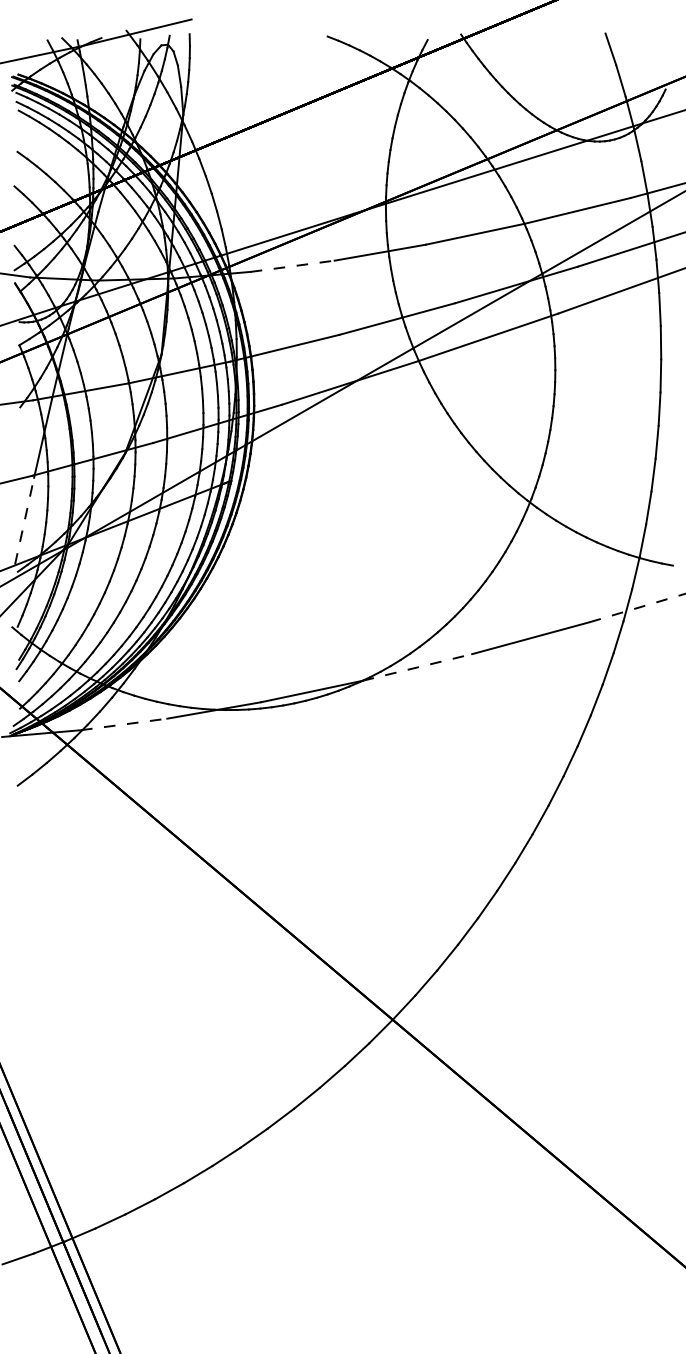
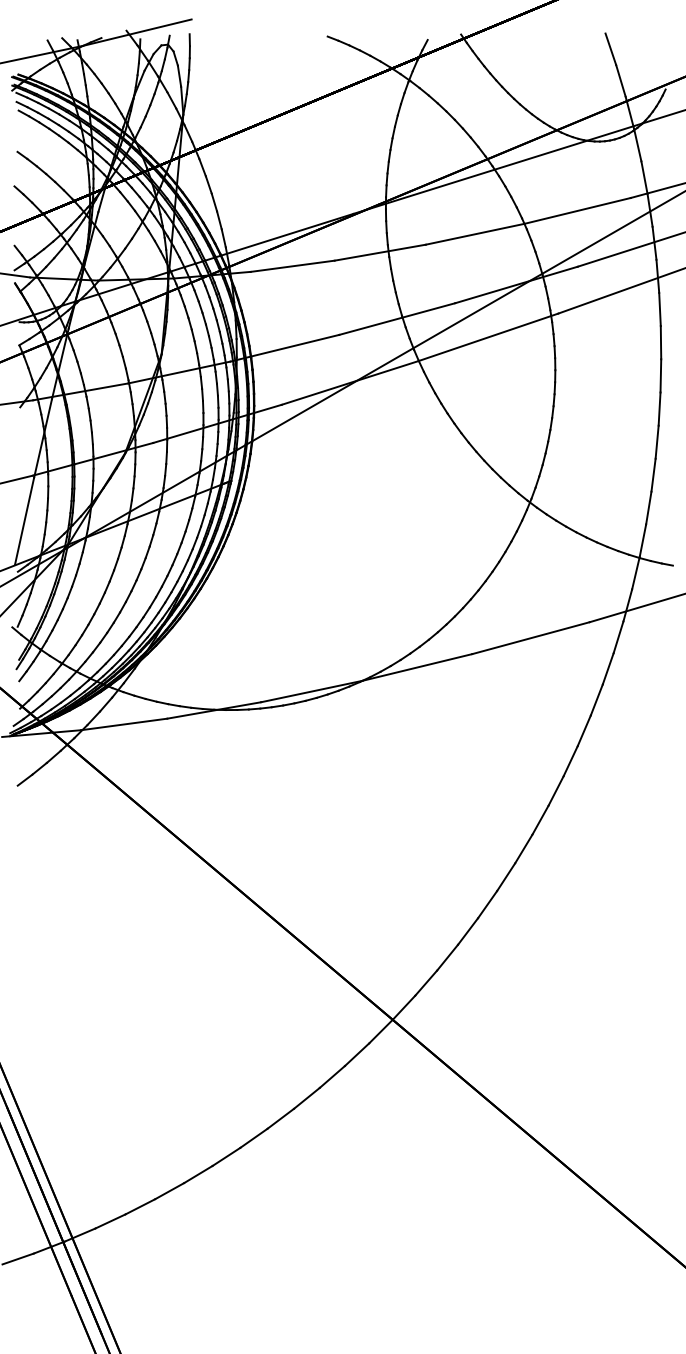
line at (293, 266): dashed -> solid
line at (24, 520): dashed -> solid
line at (638, 607): dashed -> solid
line at (417, 667): dashed -> solid
line at (124, 724): dashed -> solid
